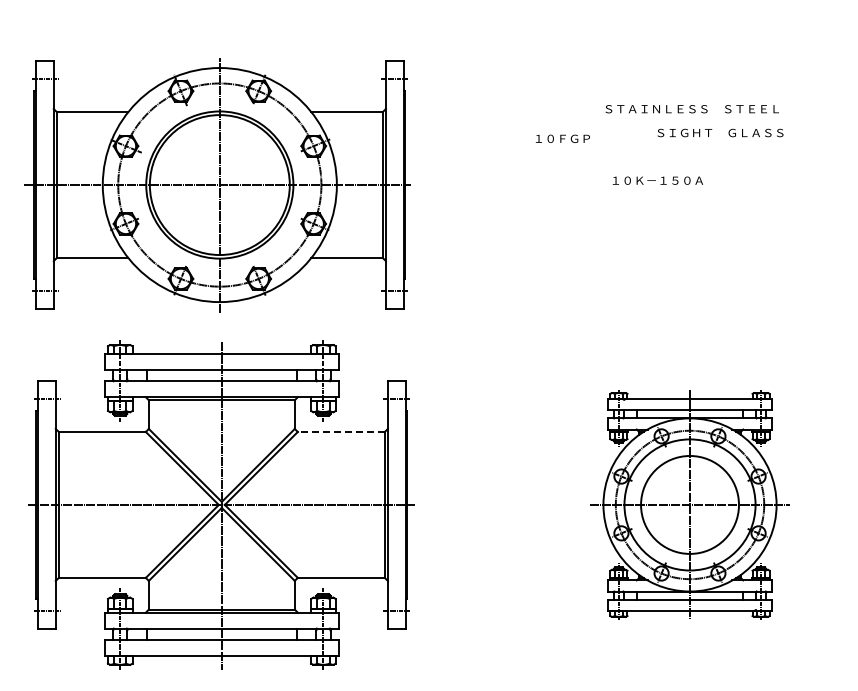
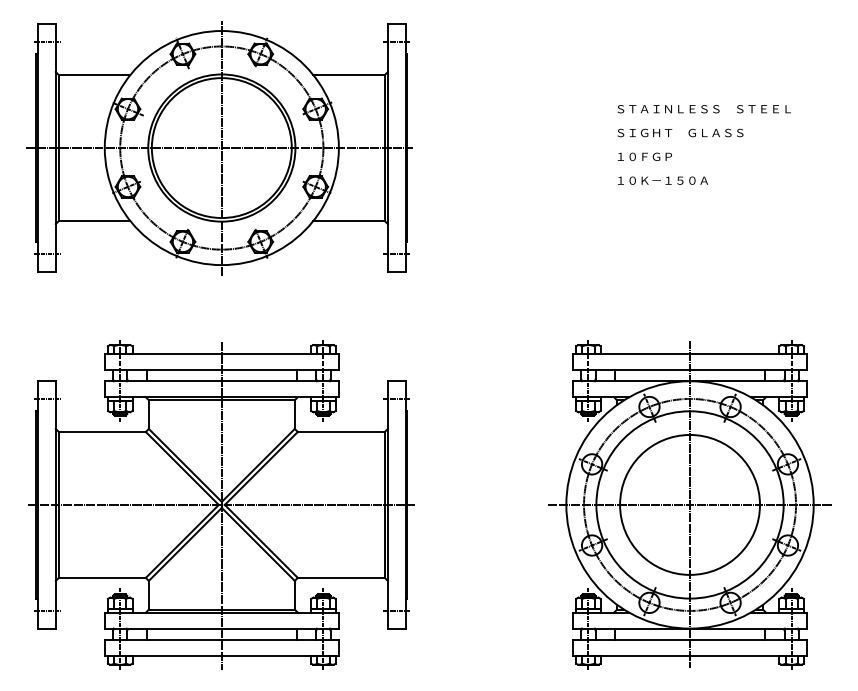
text at (691, 109) position: (691, 109) -> (703, 109)
text at (720, 132) position: (720, 132) -> (680, 132)
text at (562, 138) position: (562, 138) -> (644, 156)
text at (657, 180) position: (657, 180) -> (662, 180)
part at (217, 185) position: (217, 185) -> (219, 148)
line at (341, 431): dashed -> solid
part at (689, 504) size: 200x230 px -> 284x330 px
